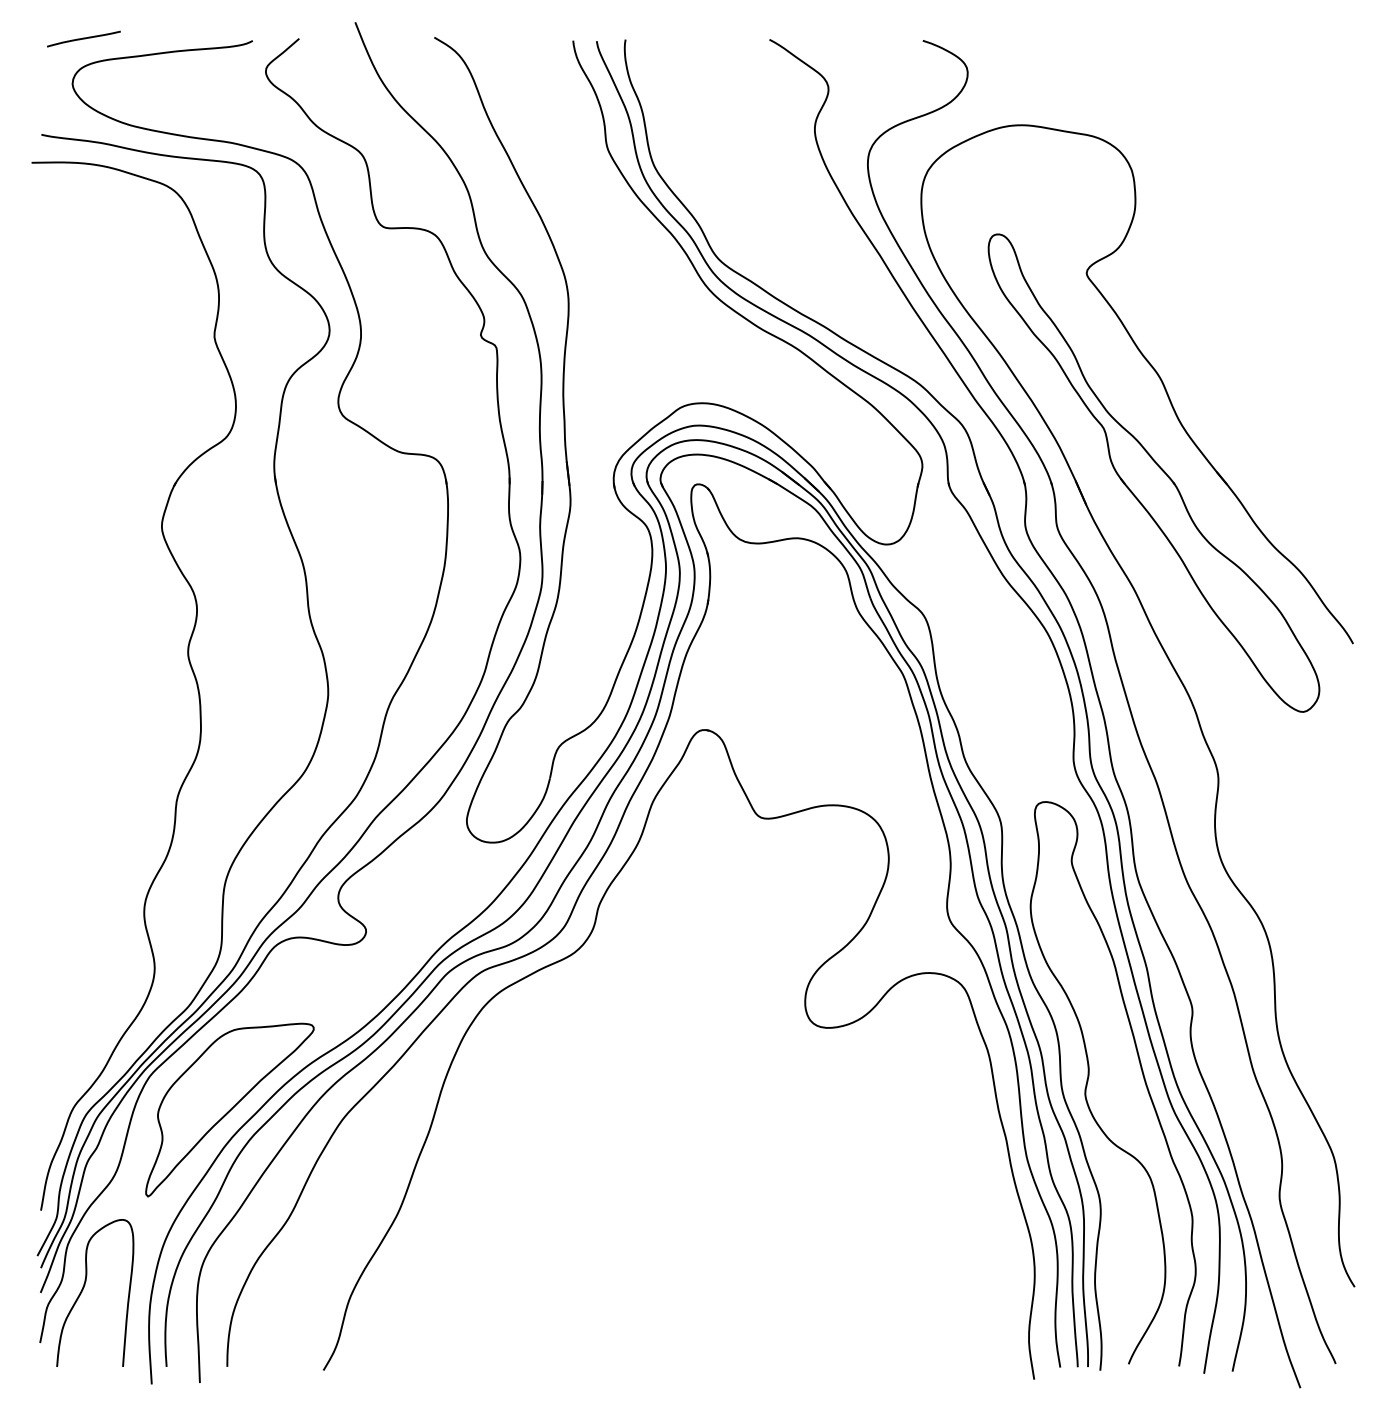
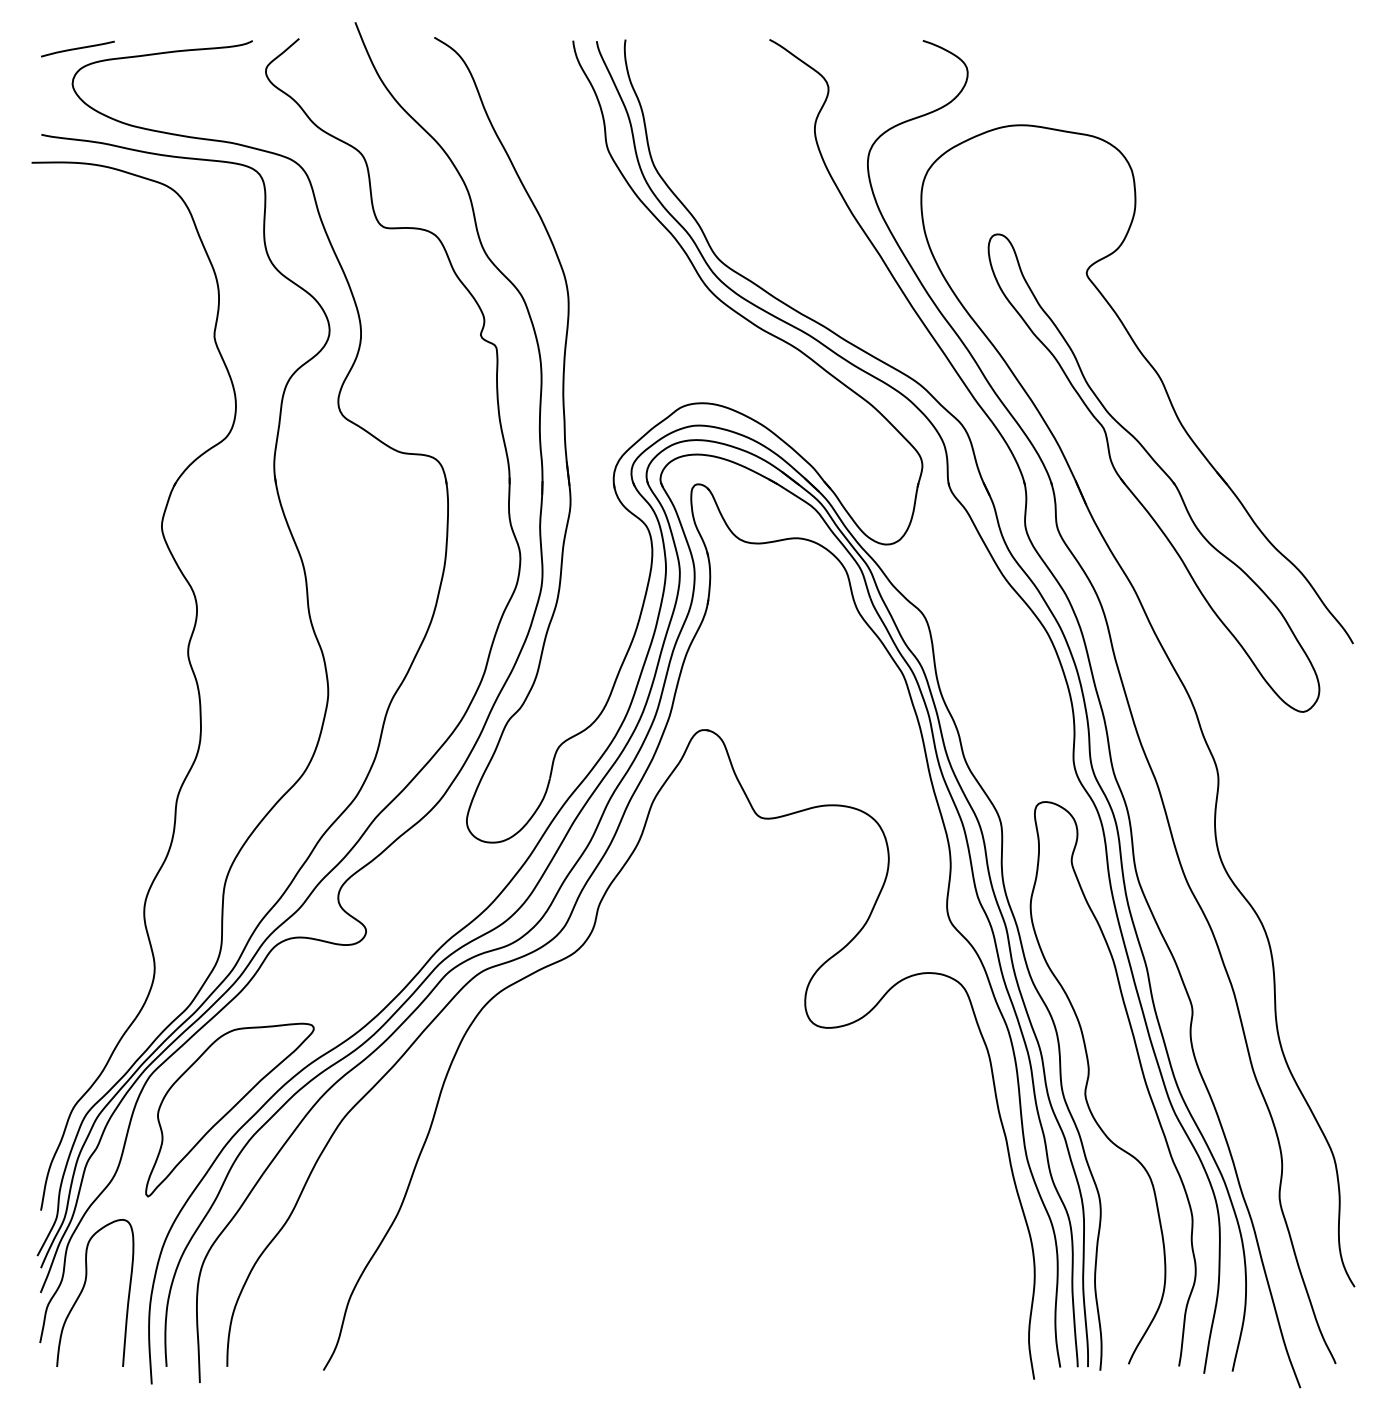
curve at (83, 38) position: (83, 38) -> (77, 48)
